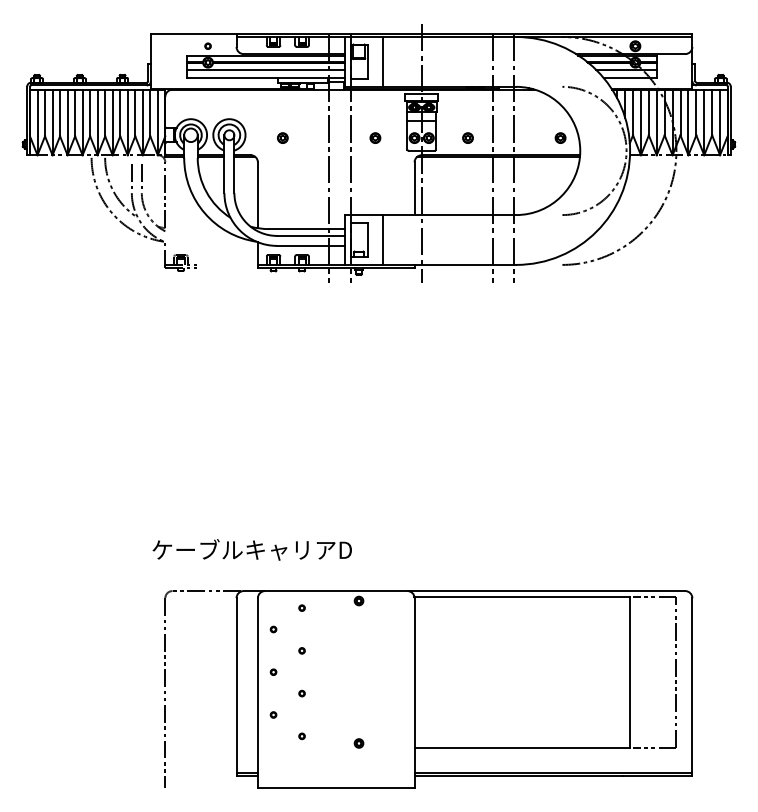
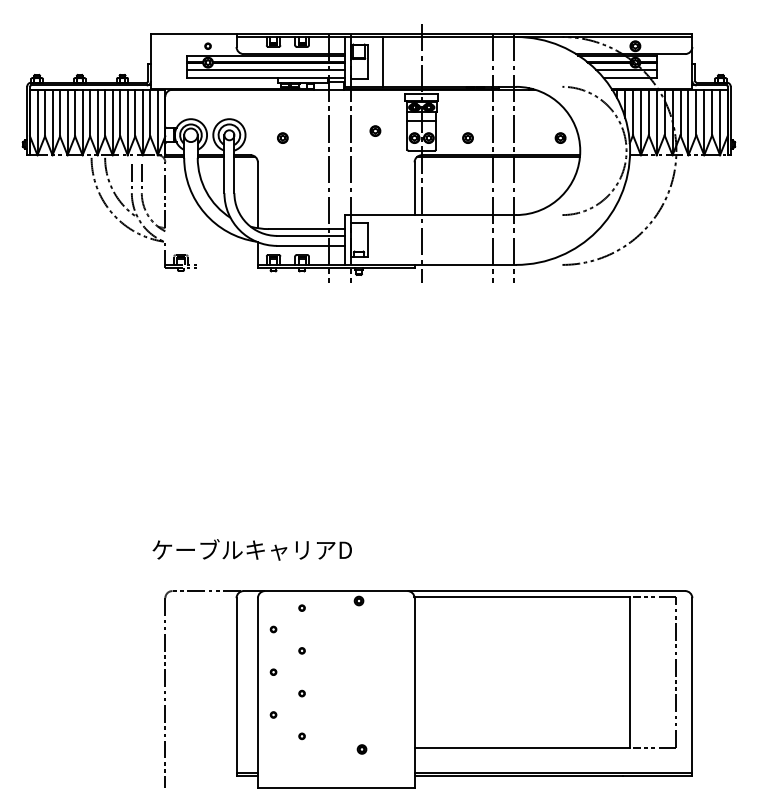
part at (375, 137) position: (375, 137) -> (375, 130)
line at (383, 239): present -> none
part at (358, 743) position: (358, 743) -> (361, 749)
